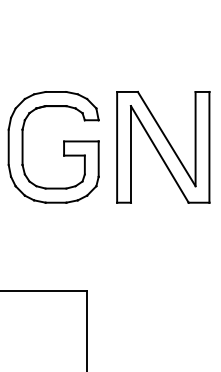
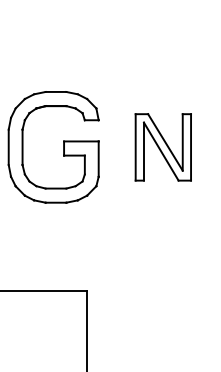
part at (163, 147) size: 95x113 px -> 58x69 px
